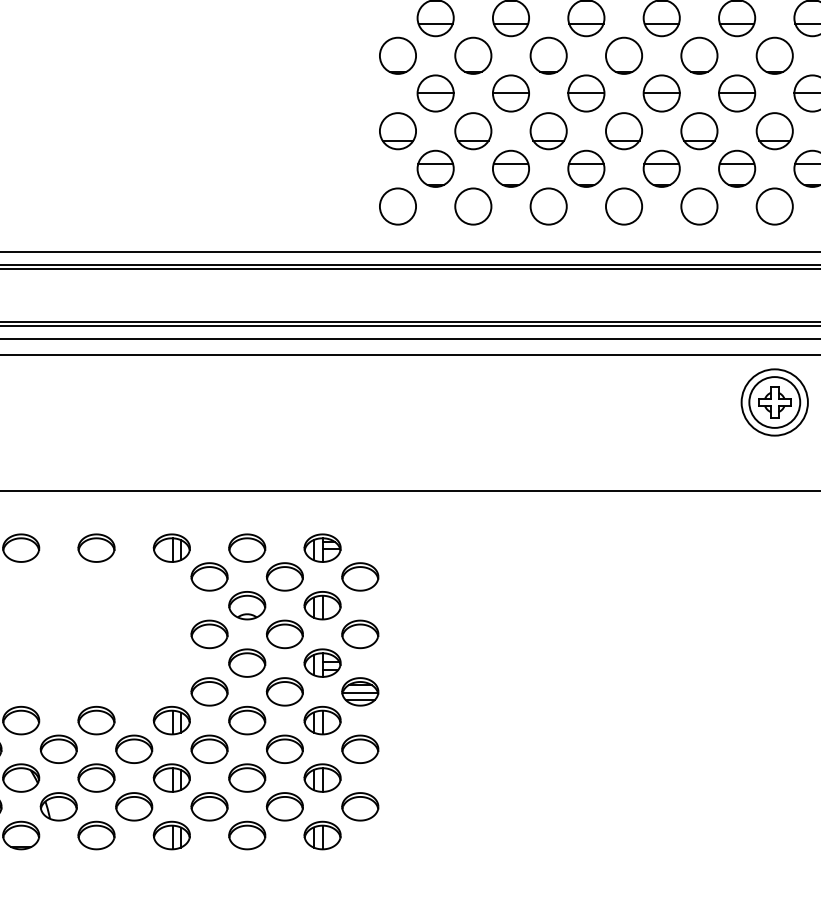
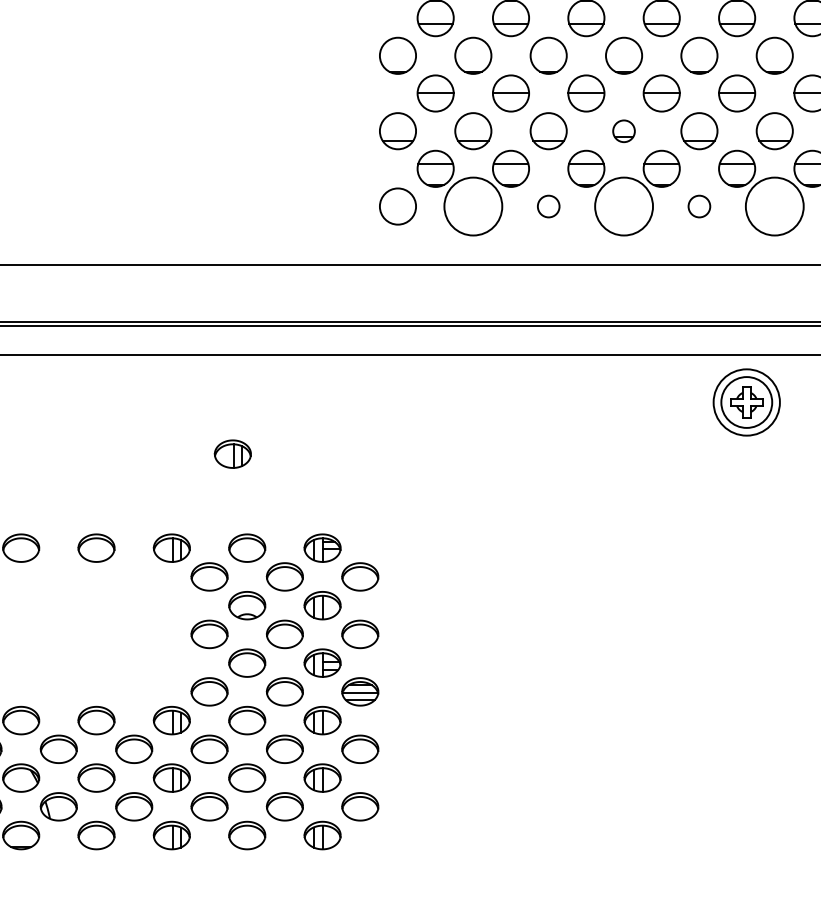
part at (623, 131) size: 38x39 px -> 24x24 px
circle at (473, 206) diameter: 36 px -> 58 px
circle at (548, 206) diameter: 36 px -> 22 px
circle at (623, 206) diameter: 36 px -> 58 px
circle at (699, 206) diameter: 36 px -> 22 px
circle at (774, 206) diameter: 36 px -> 58 px
line at (409, 251): present -> none
line at (409, 269): present -> none
line at (409, 339): present -> none
part at (774, 402) position: (774, 402) -> (746, 402)
part at (232, 453): none -> present
line at (409, 490): present -> none
